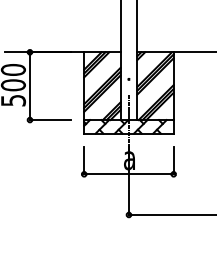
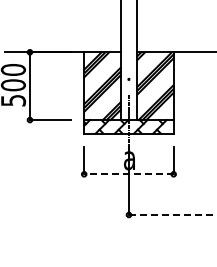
line at (128, 174): solid -> dashed
line at (172, 214): solid -> dashed
